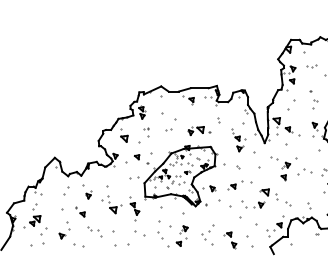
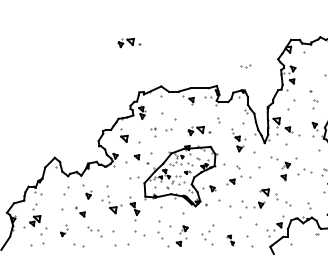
part at (129, 43): none -> present
part at (311, 66) position: (311, 66) -> (245, 66)
part at (146, 132) position: (146, 132) -> (153, 132)
part at (239, 185) position: (239, 185) -> (238, 180)
part at (64, 230) size: 13x19 px -> 9x14 px
part at (230, 240) size: 15x19 px -> 9x13 px
